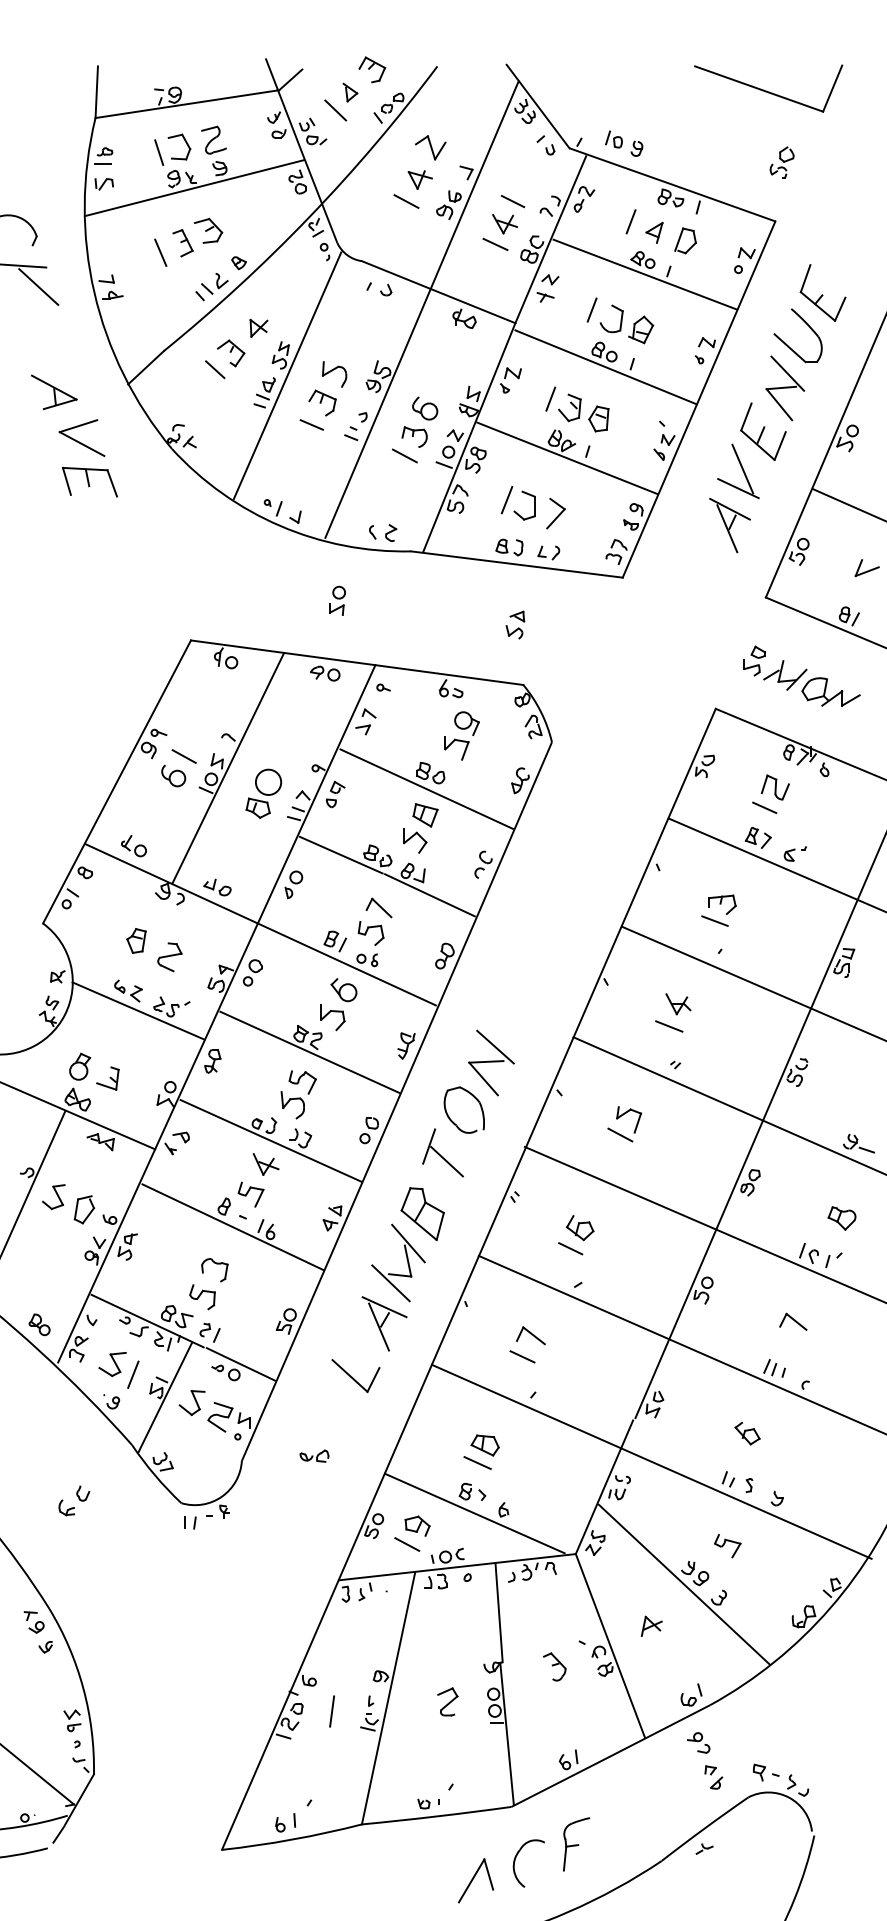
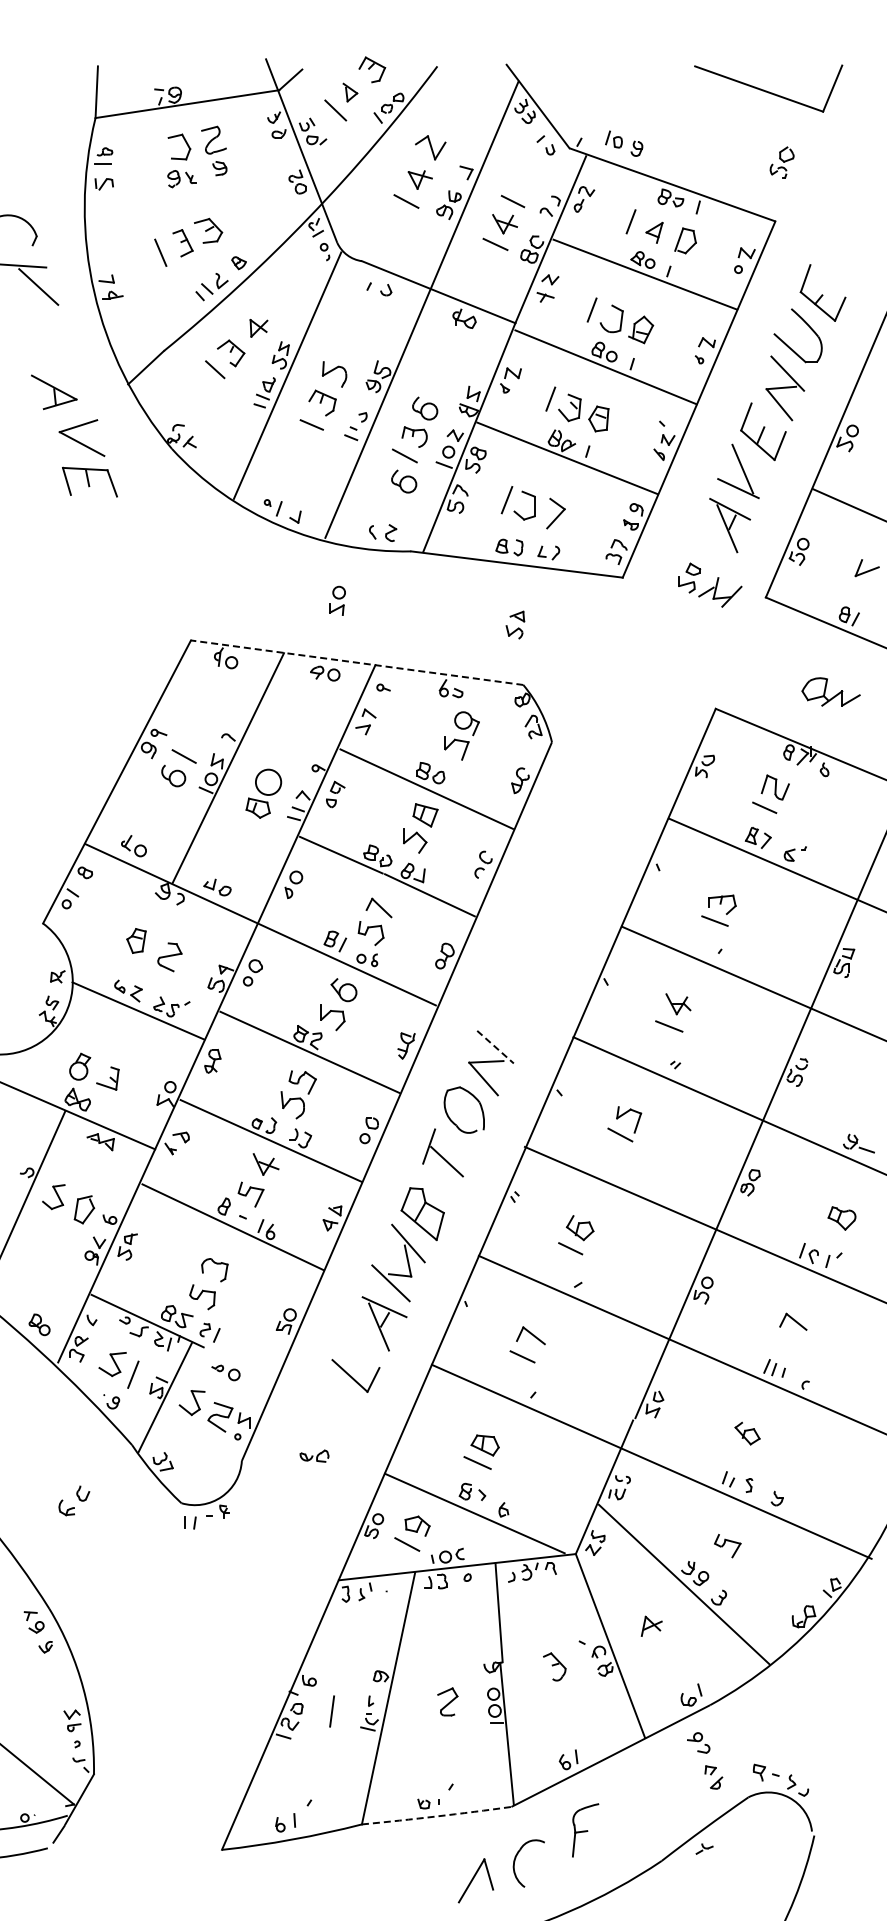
line at (159, 152): present -> none
line at (194, 187): present -> none
part at (404, 481): none -> present
line at (357, 662): solid -> dashed
part at (775, 667) position: (775, 667) -> (710, 584)
line at (495, 1047): solid -> dashed
line at (240, 1364): present -> none
arc at (436, 1816): solid -> dashed
part at (576, 1844) position: (576, 1844) -> (585, 1830)
